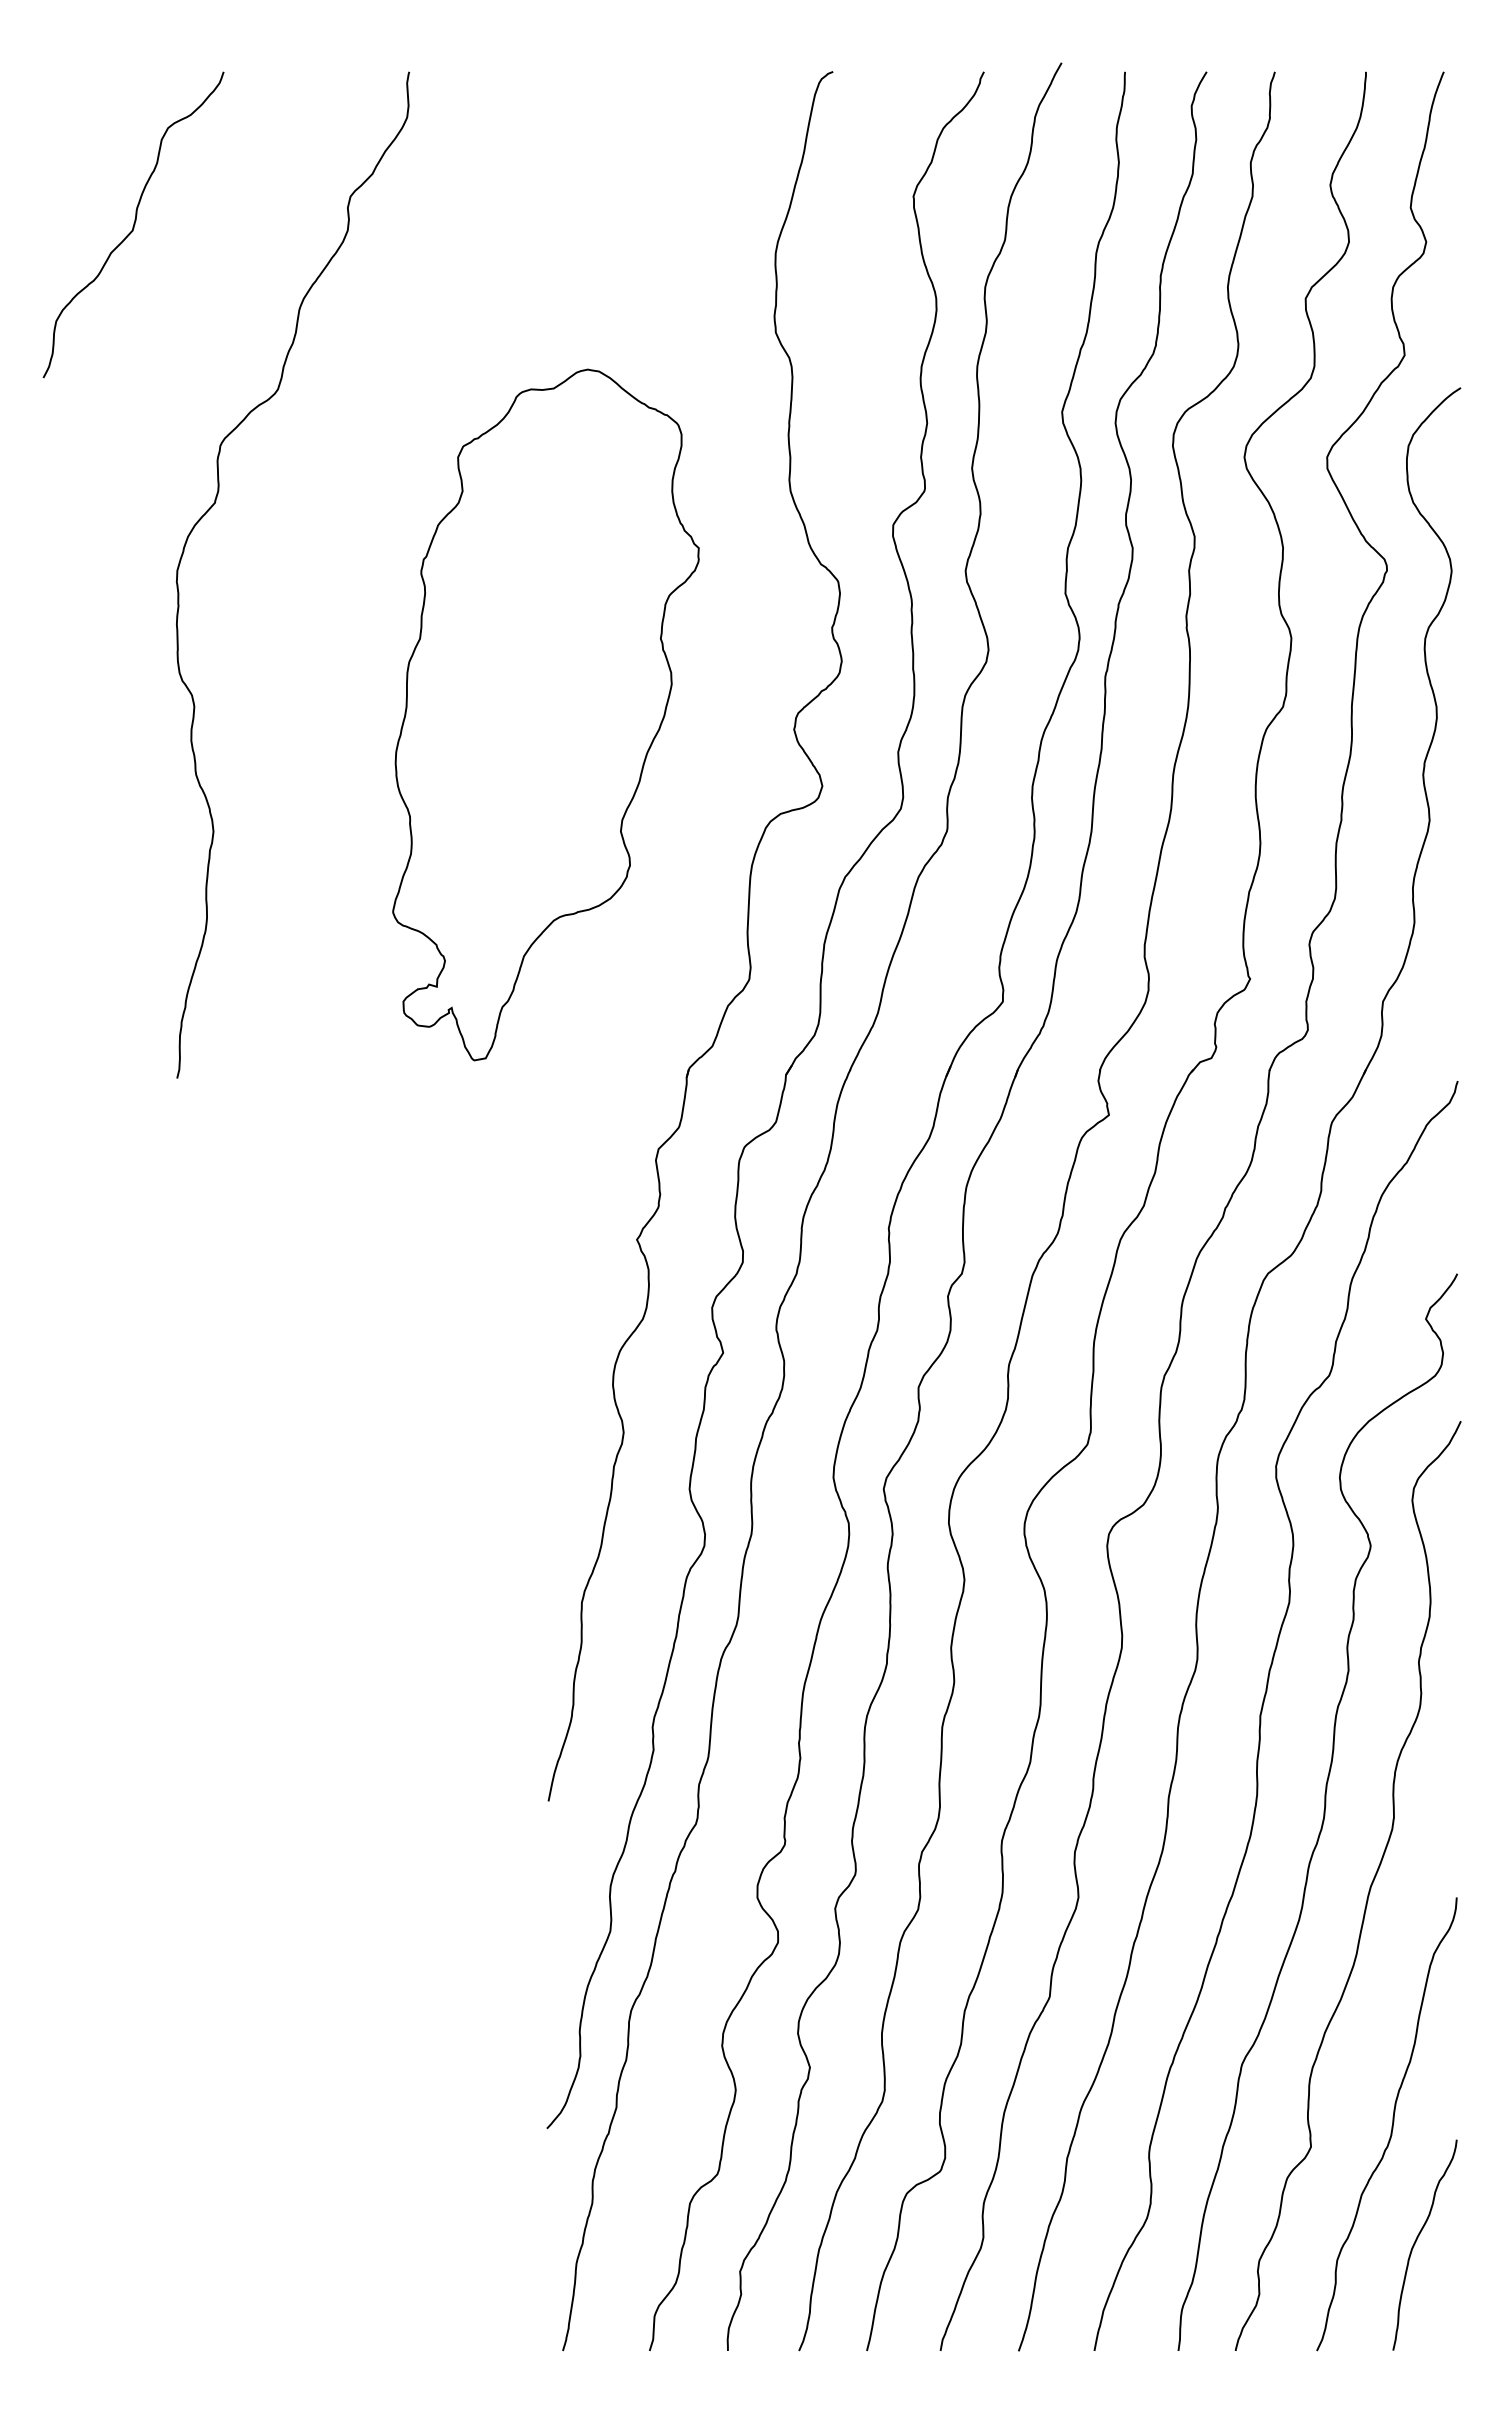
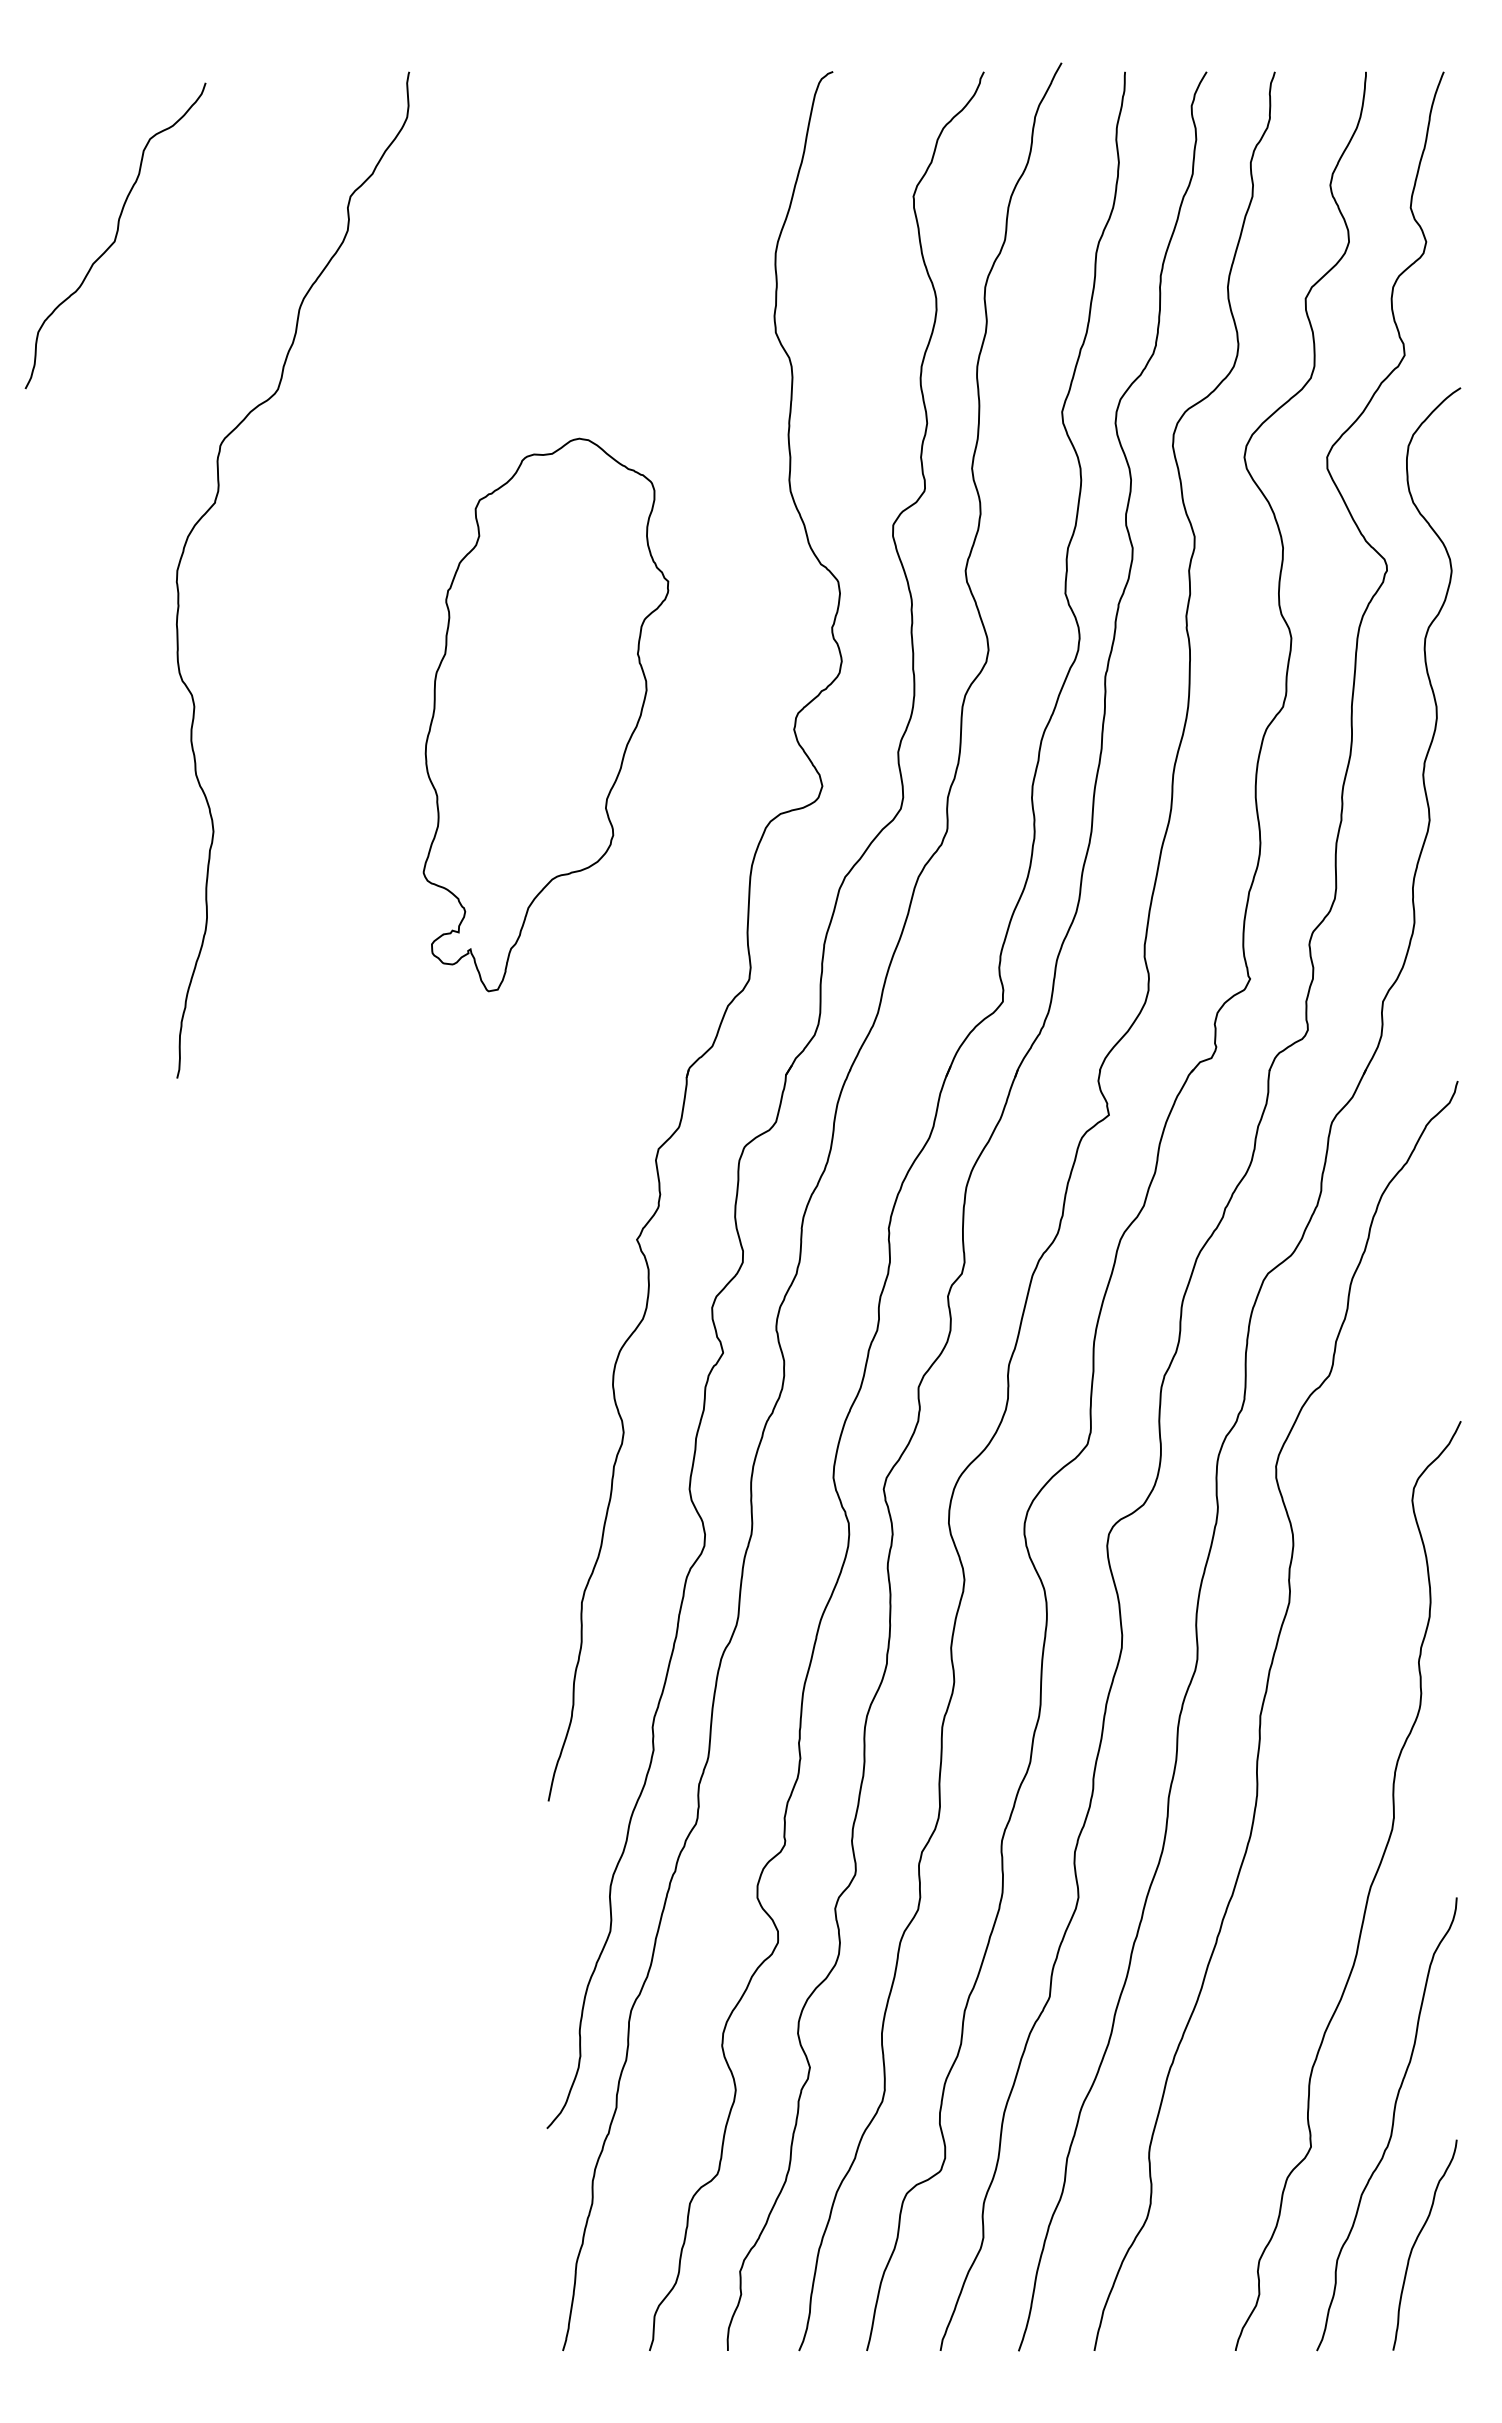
curve at (133, 224) position: (133, 224) -> (115, 235)
part at (545, 714) size: 308x694 px -> 248x556 px
curve at (1323, 1811): present -> none
